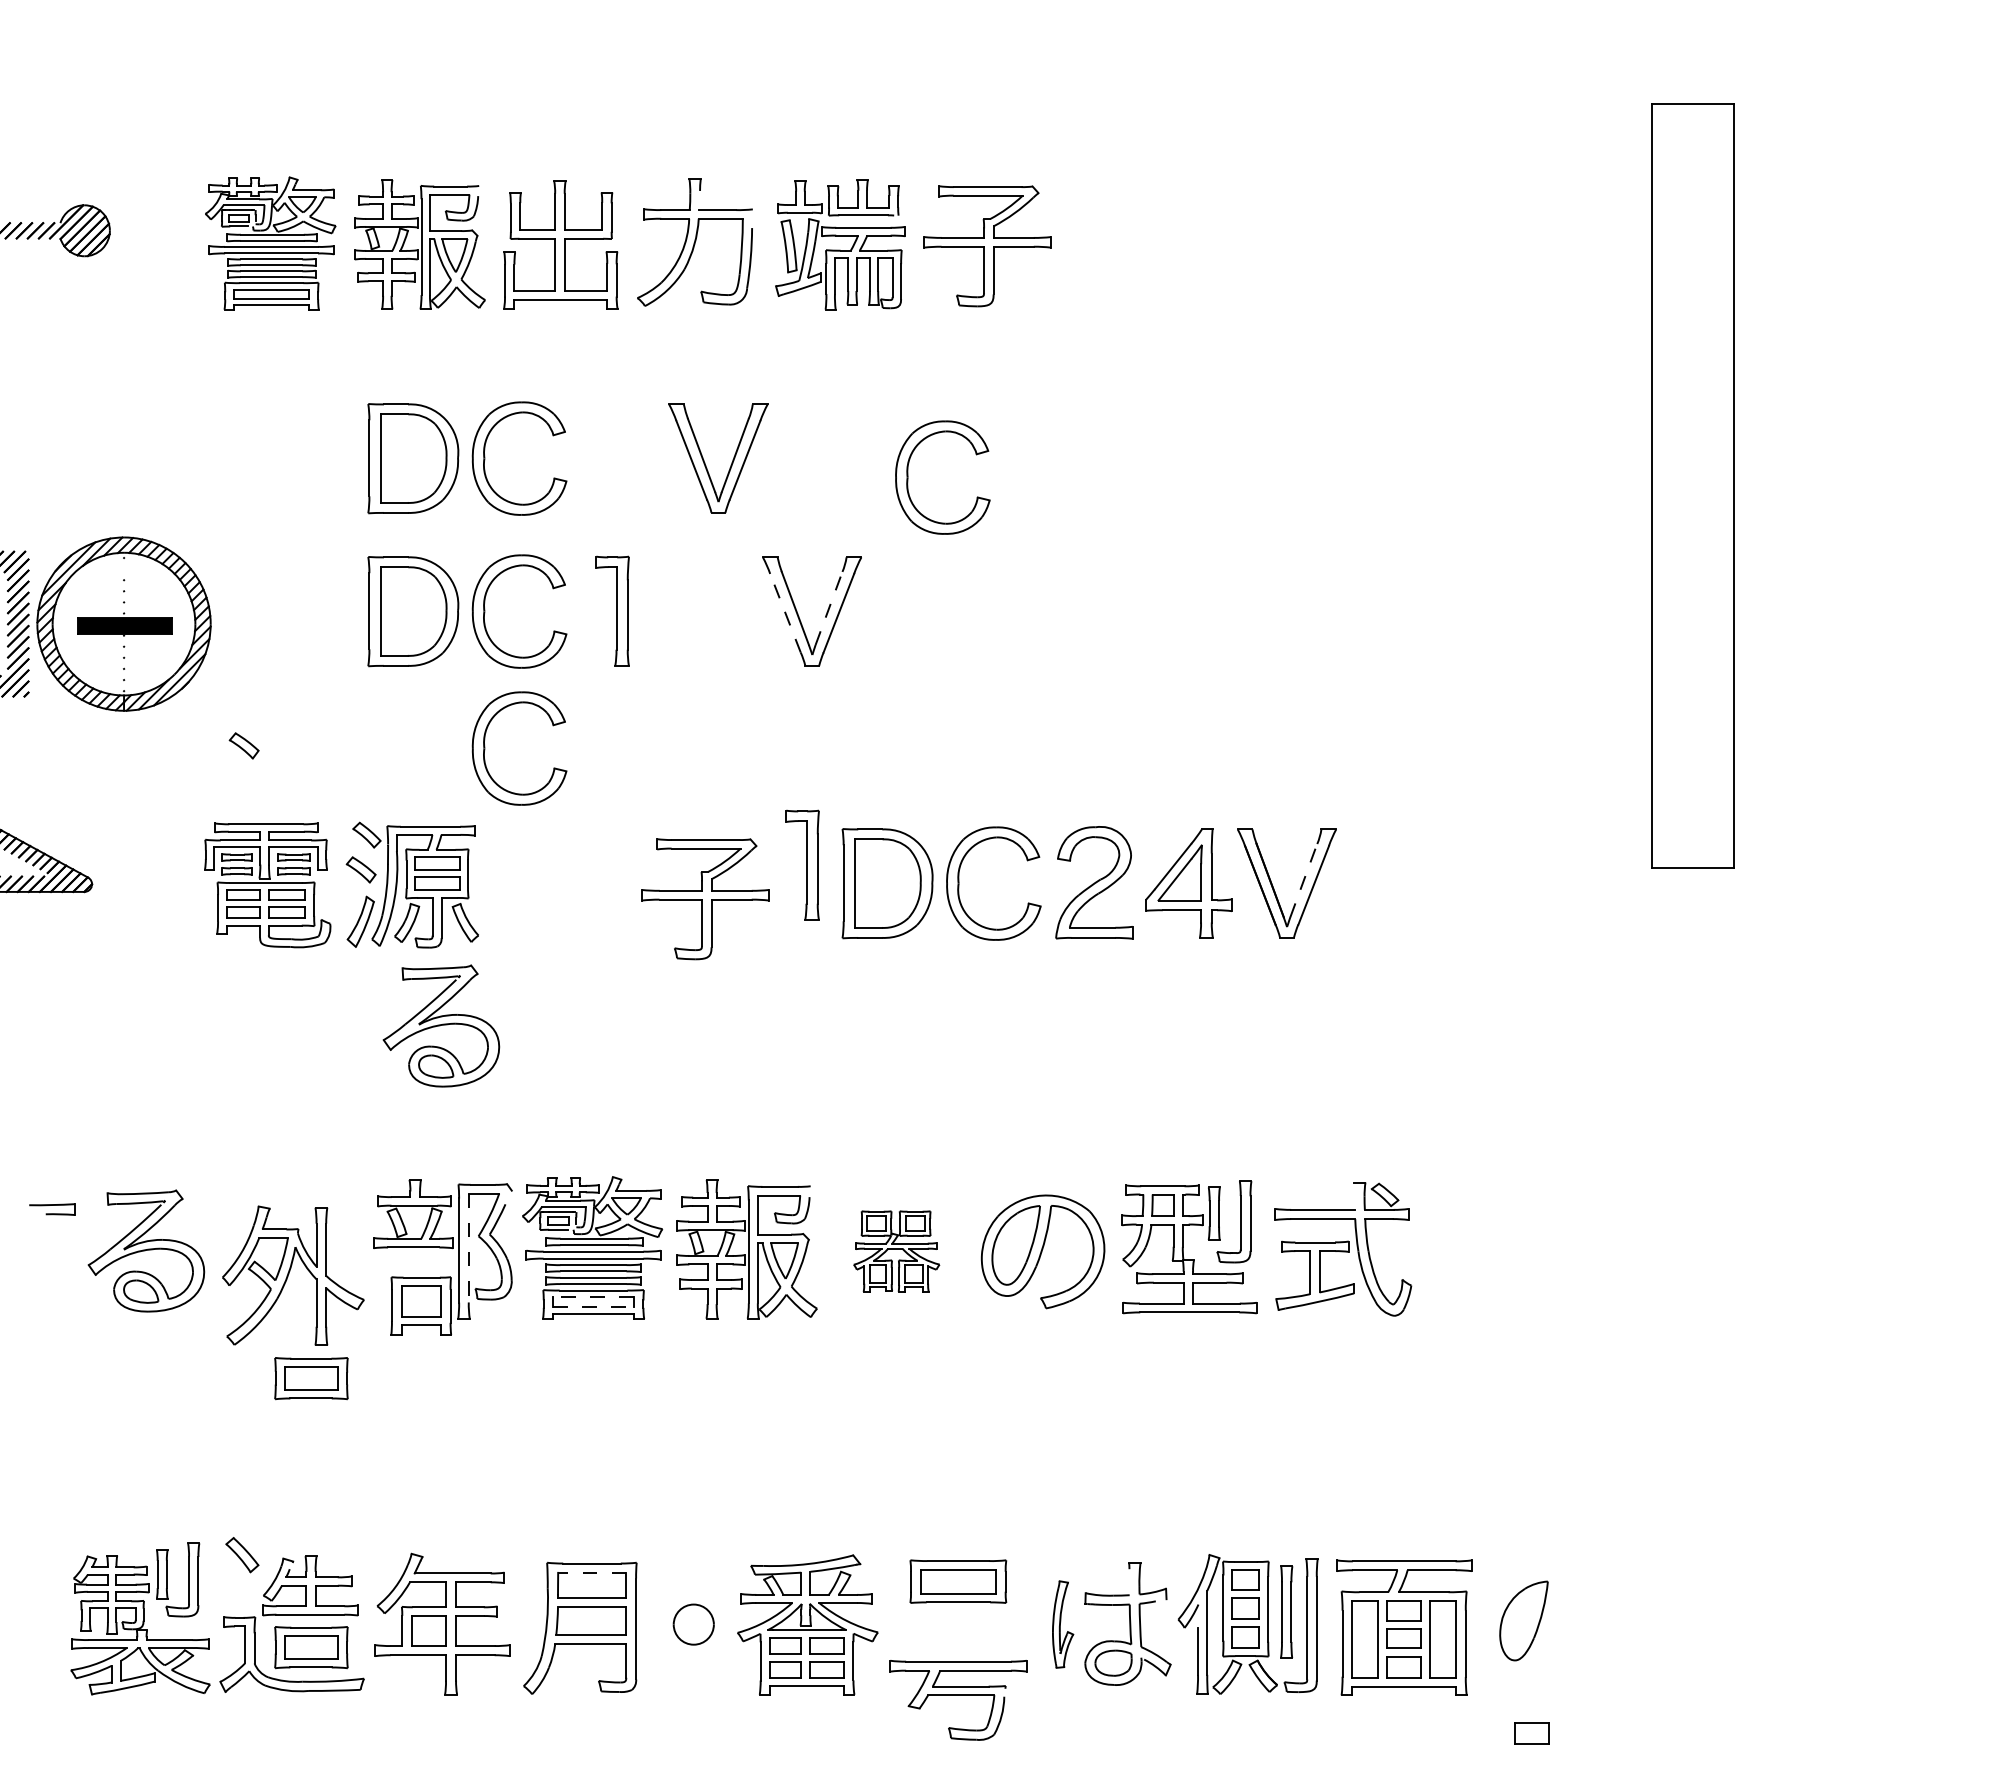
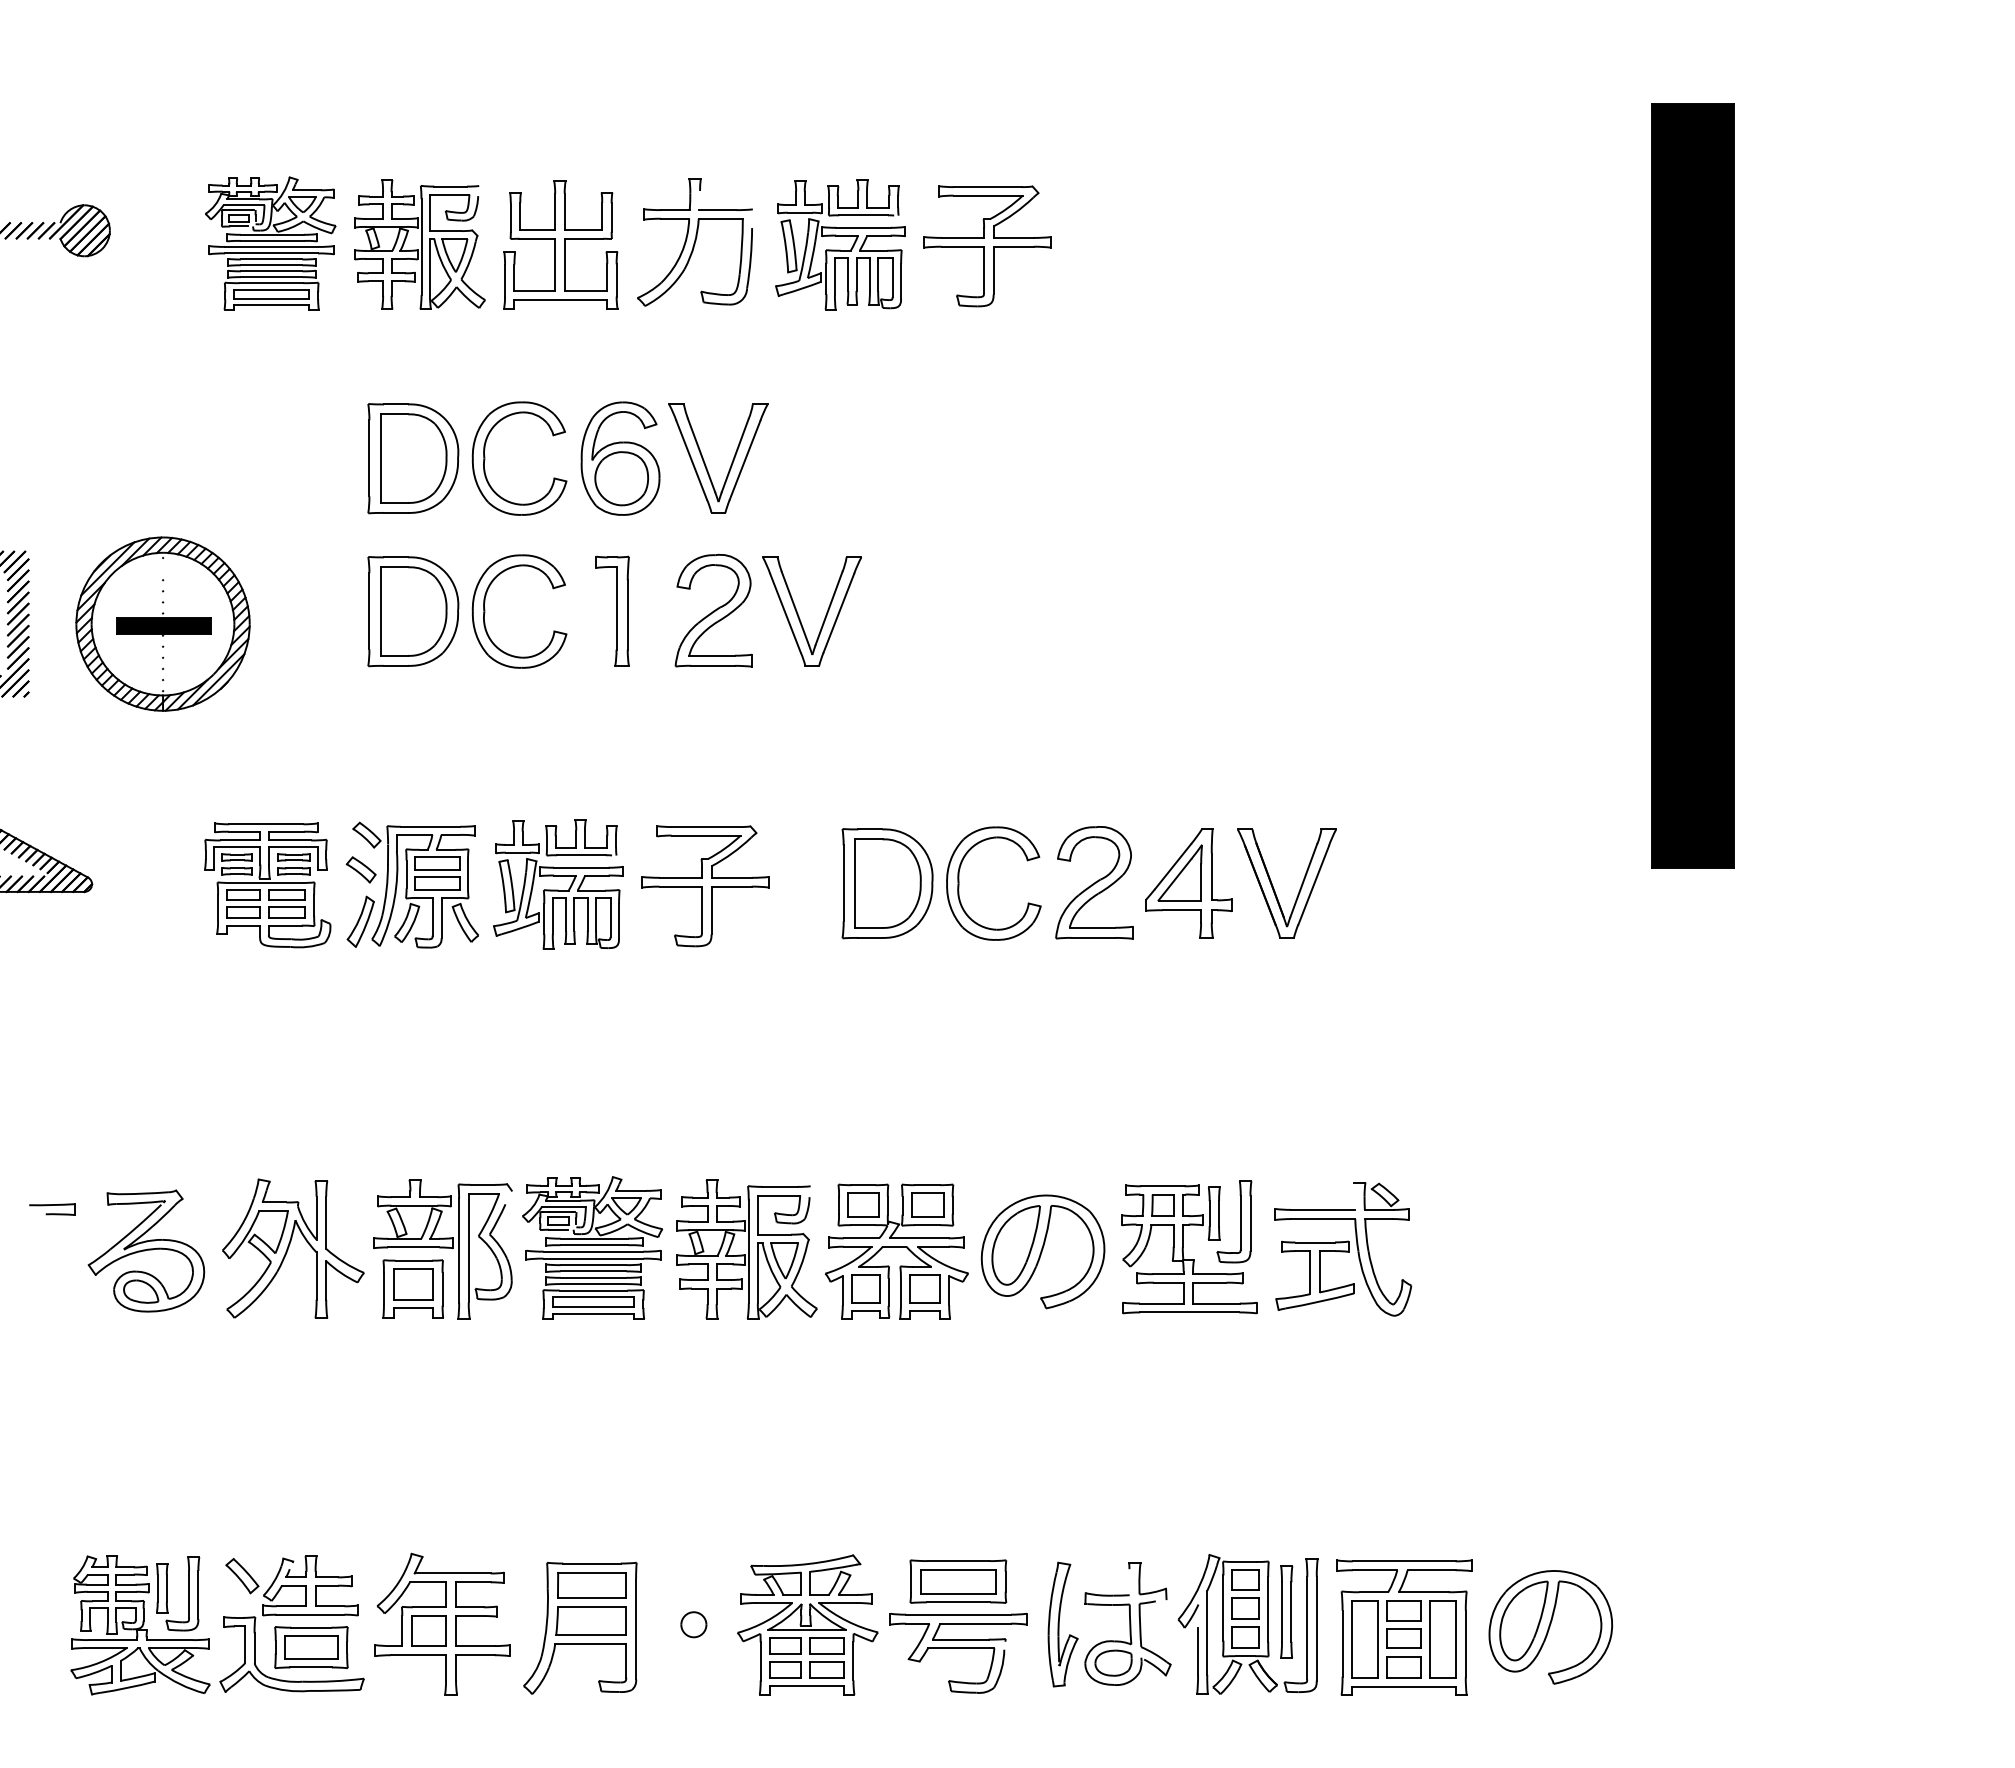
part at (620, 458): none -> present
part at (908, 477): present -> none
fill at (1692, 485): none -> present
line at (829, 608): dashed -> solid
part at (713, 610): none -> present
line at (785, 612): dashed -> solid
part at (123, 623) position: (123, 623) -> (162, 623)
part at (243, 745): present -> none
part at (485, 748): present -> none
part at (802, 864): present -> none
line at (1303, 880): dashed -> solid
part at (558, 884): none -> present
part at (705, 899) position: (705, 899) -> (705, 886)
part at (441, 1025): present -> none
line at (468, 1248): dashed -> solid
part at (896, 1251) size: 88x83 px -> 145x137 px
part at (293, 1275) position: (293, 1275) -> (293, 1248)
line at (593, 1297): dashed -> solid
part at (420, 1305) position: (420, 1305) -> (412, 1288)
line at (594, 1307): dashed -> solid
part at (311, 1378): present -> none
part at (242, 1555) position: (242, 1555) -> (242, 1576)
line at (591, 1572): dashed -> solid
part at (188, 1579) position: (188, 1579) -> (188, 1593)
part at (693, 1624) size: 43x43 px -> 28x28 px
part at (1063, 1624) size: 23x89 px -> 32x127 px
part at (1550, 1627): none -> present
part at (958, 1700) position: (958, 1700) -> (958, 1653)
part at (1531, 1733): present -> none
